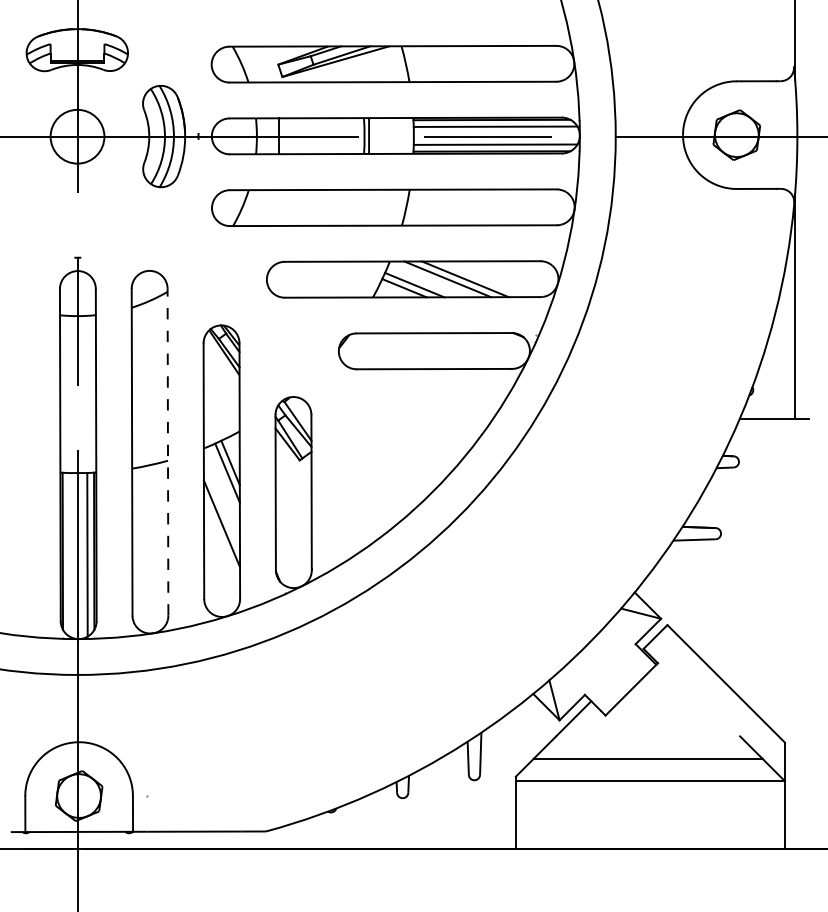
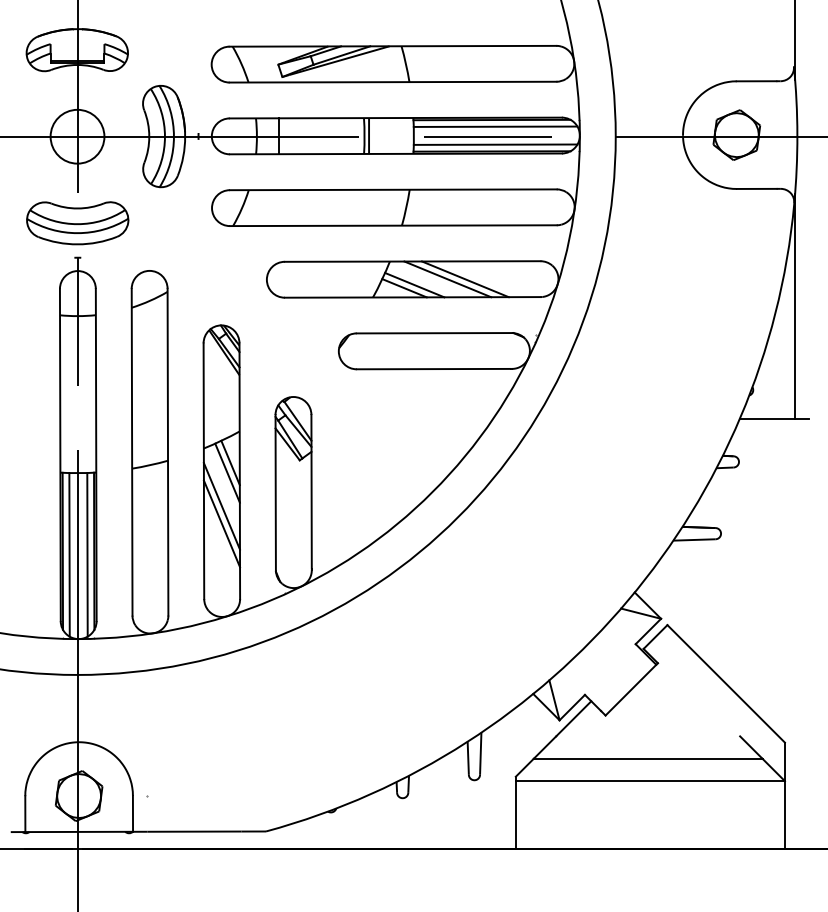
part at (77, 223): none -> present
line at (167, 451): dashed -> solid
line at (221, 506): none -> present
line at (69, 554): none -> present
